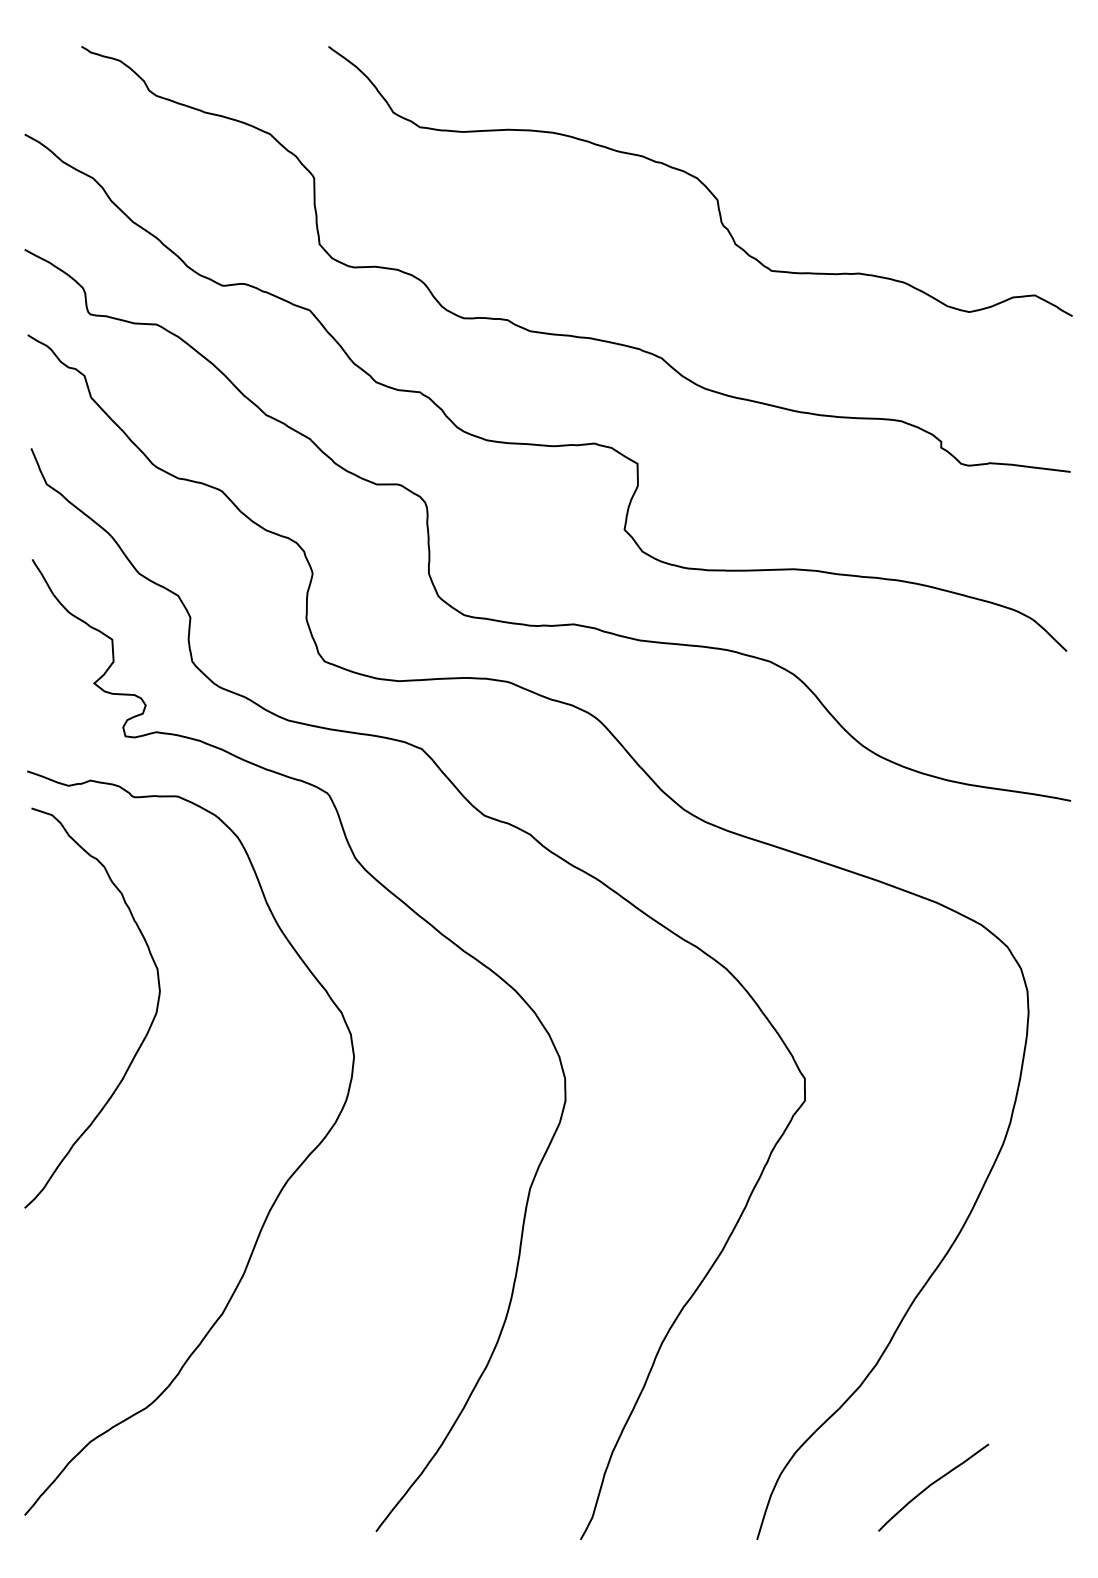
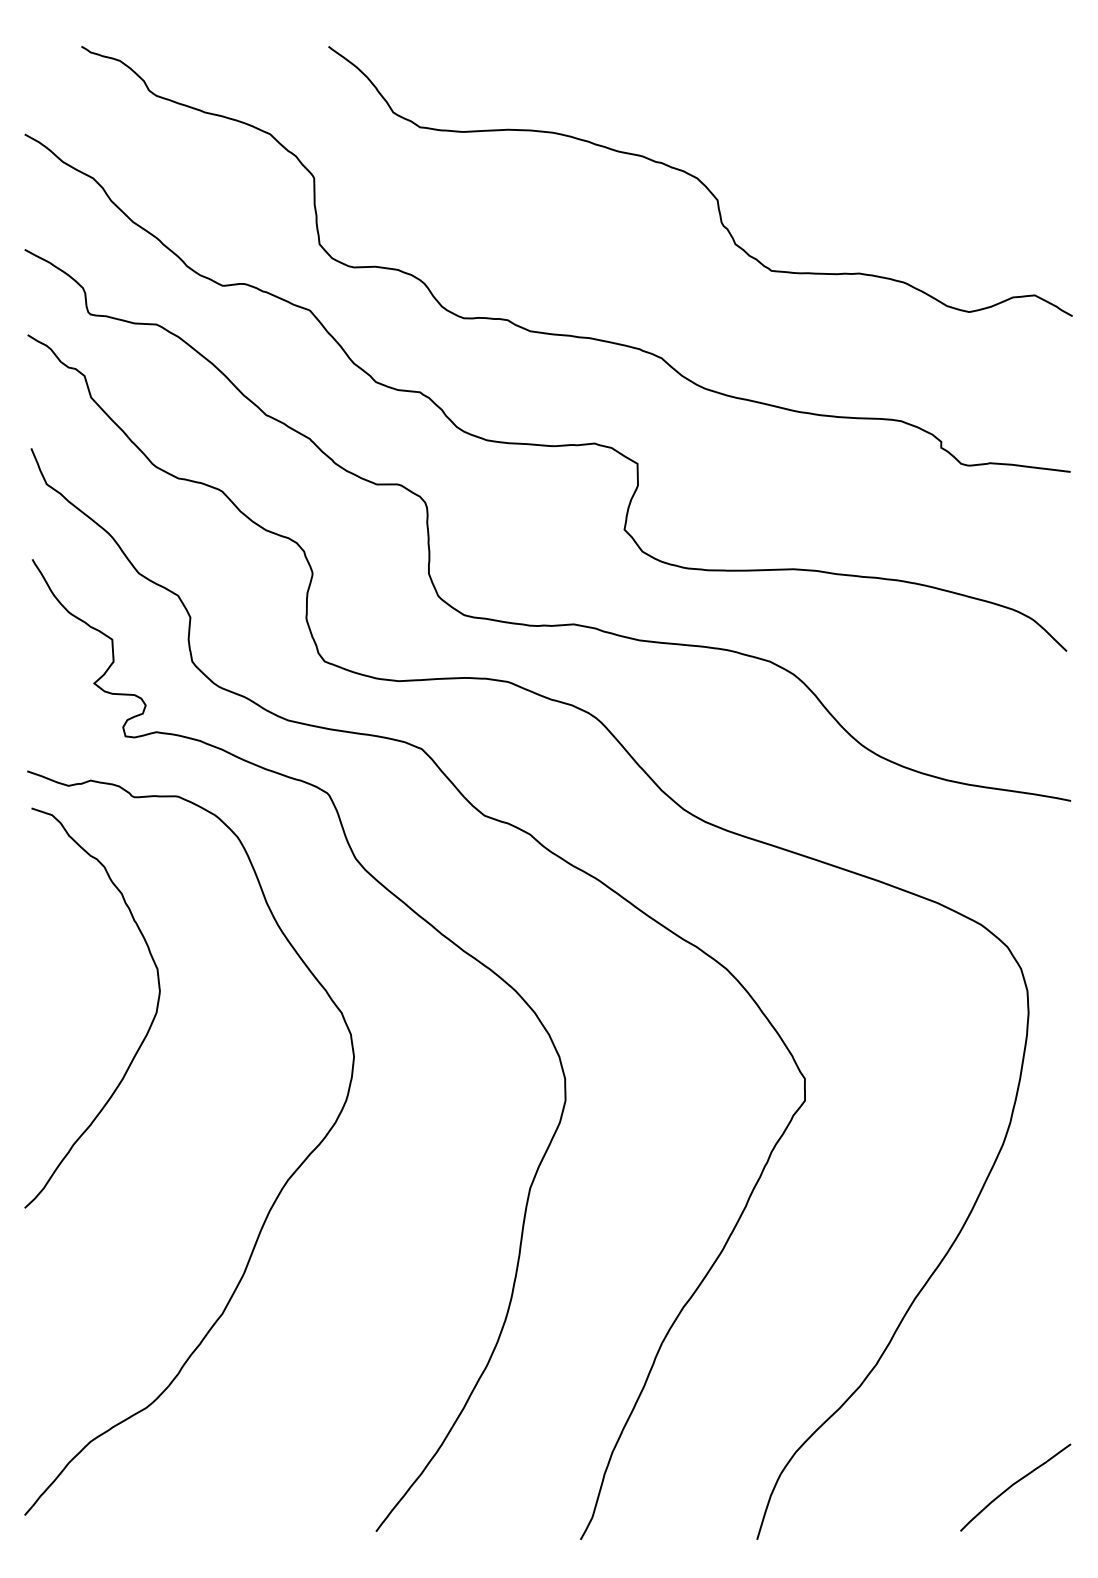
curve at (931, 1485) position: (931, 1485) -> (1013, 1485)
